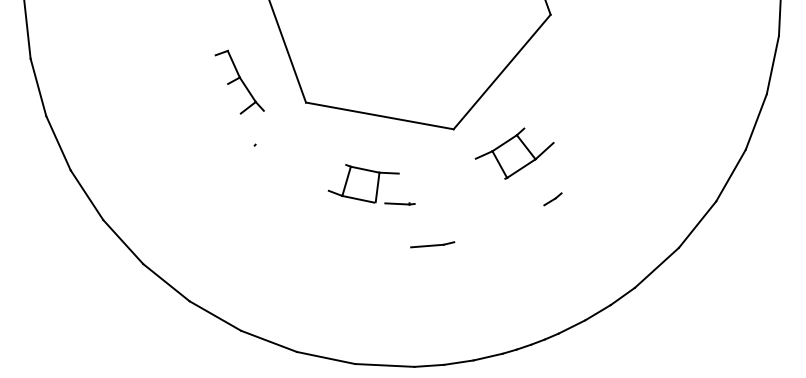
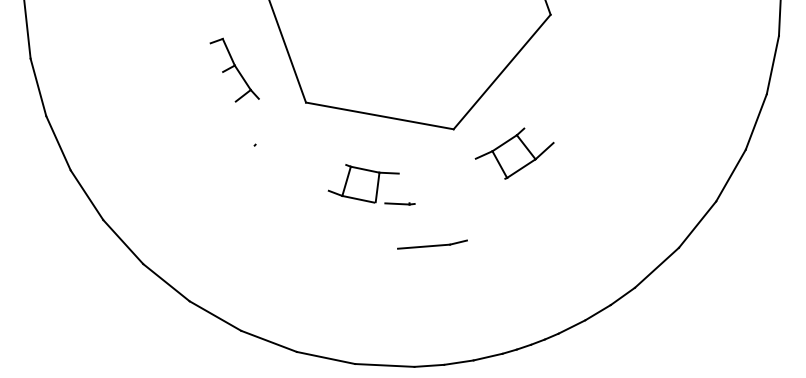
part at (239, 81) position: (239, 81) -> (234, 69)
line at (552, 199): present -> none
part at (432, 244) size: 46x8 px -> 71x11 px
